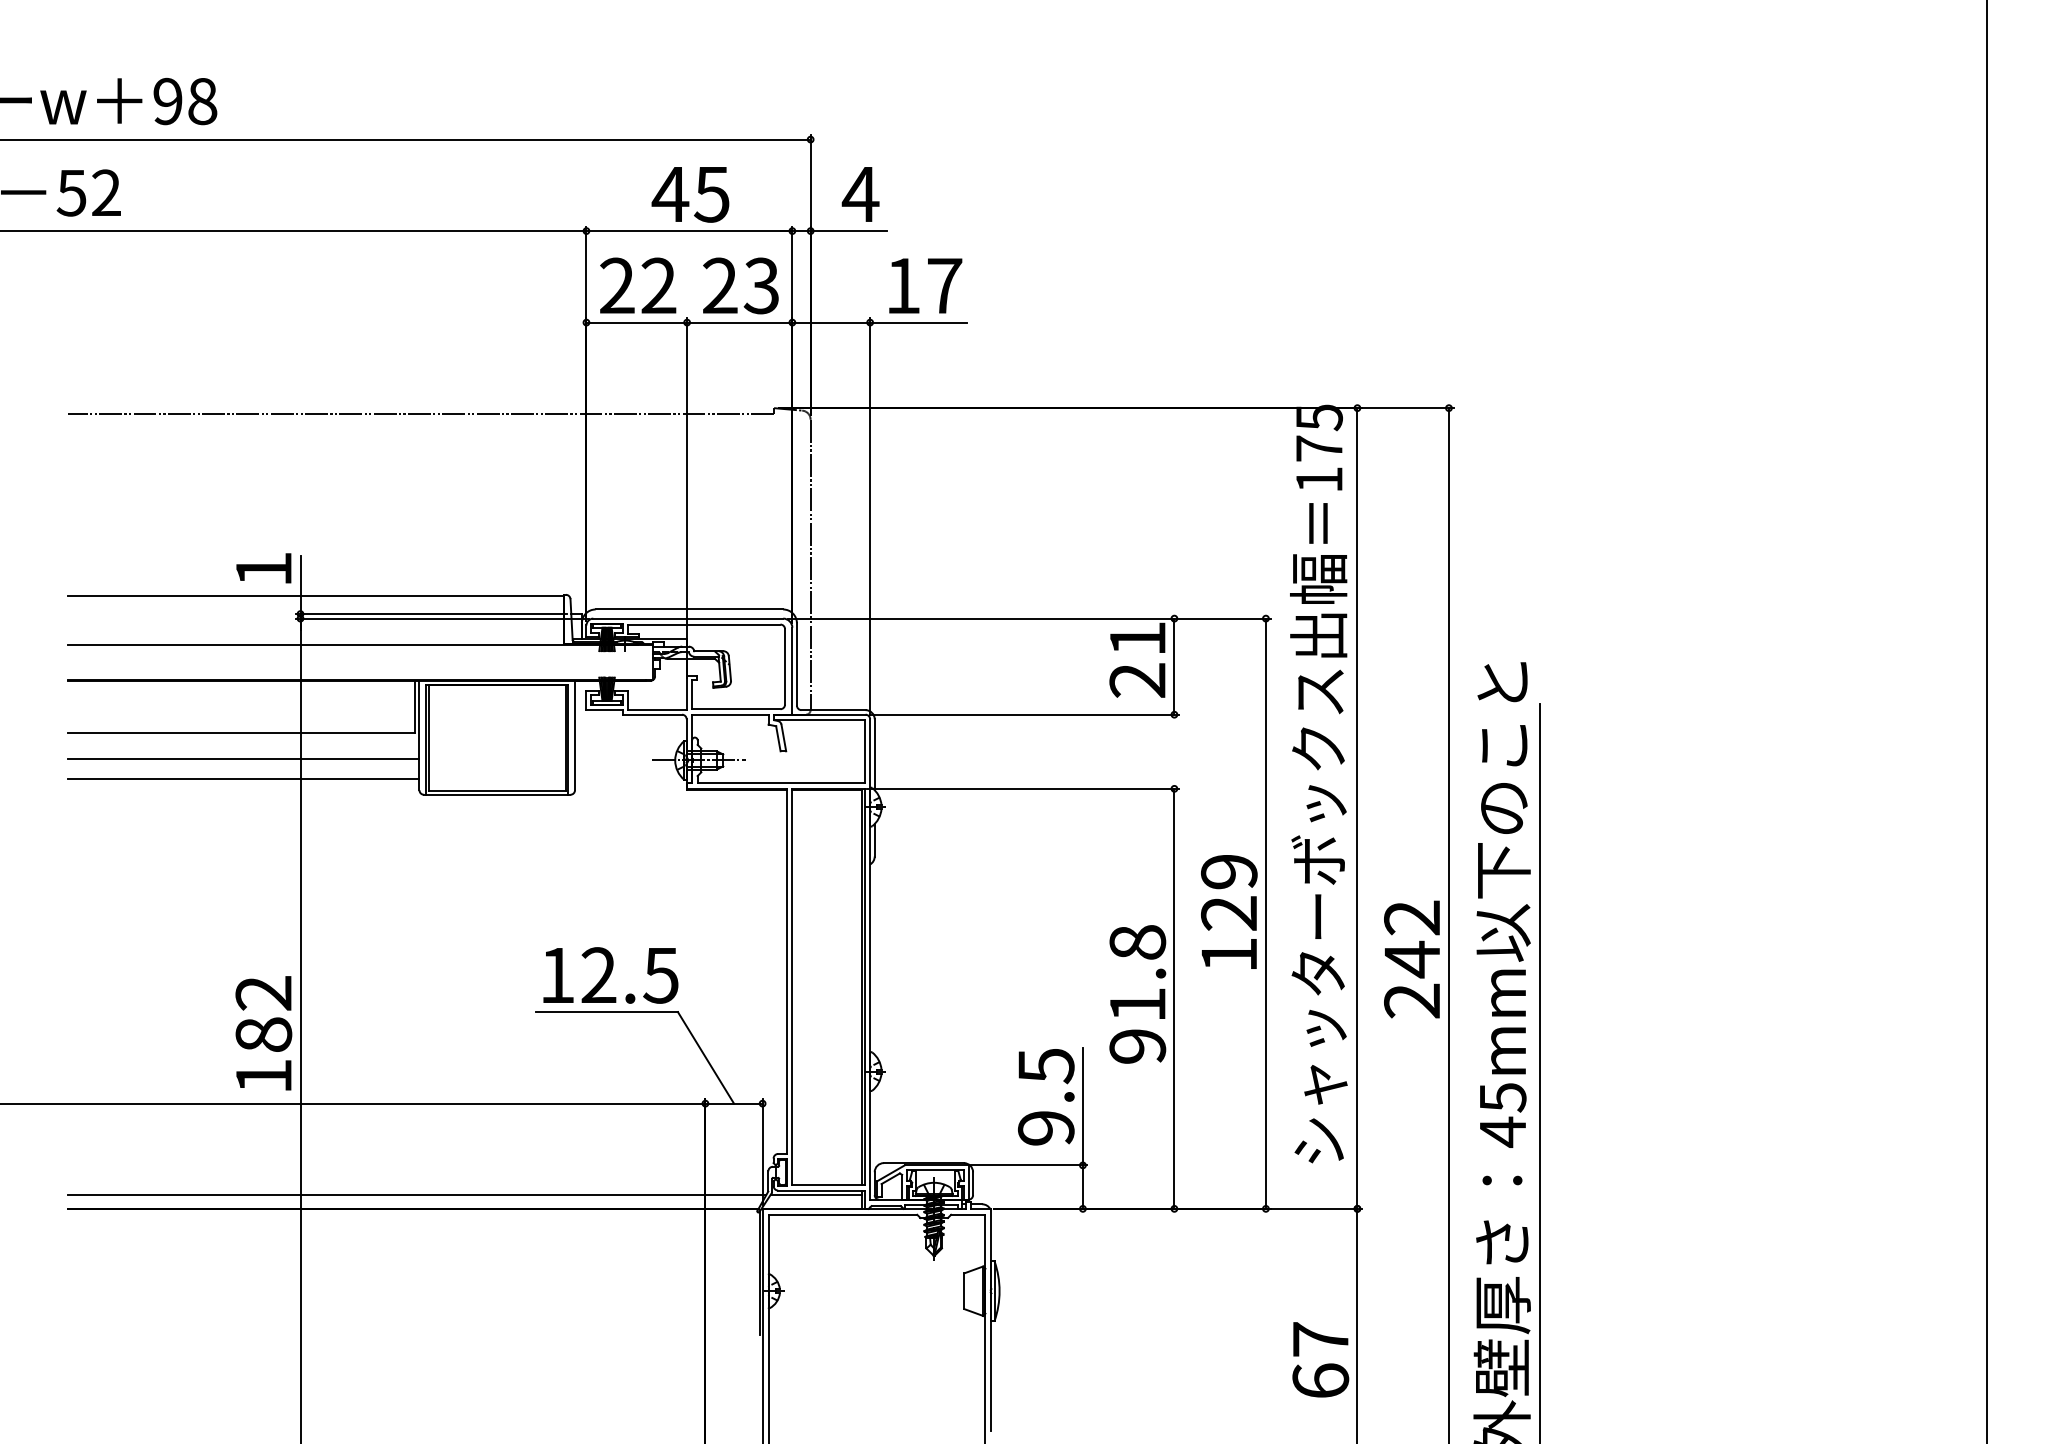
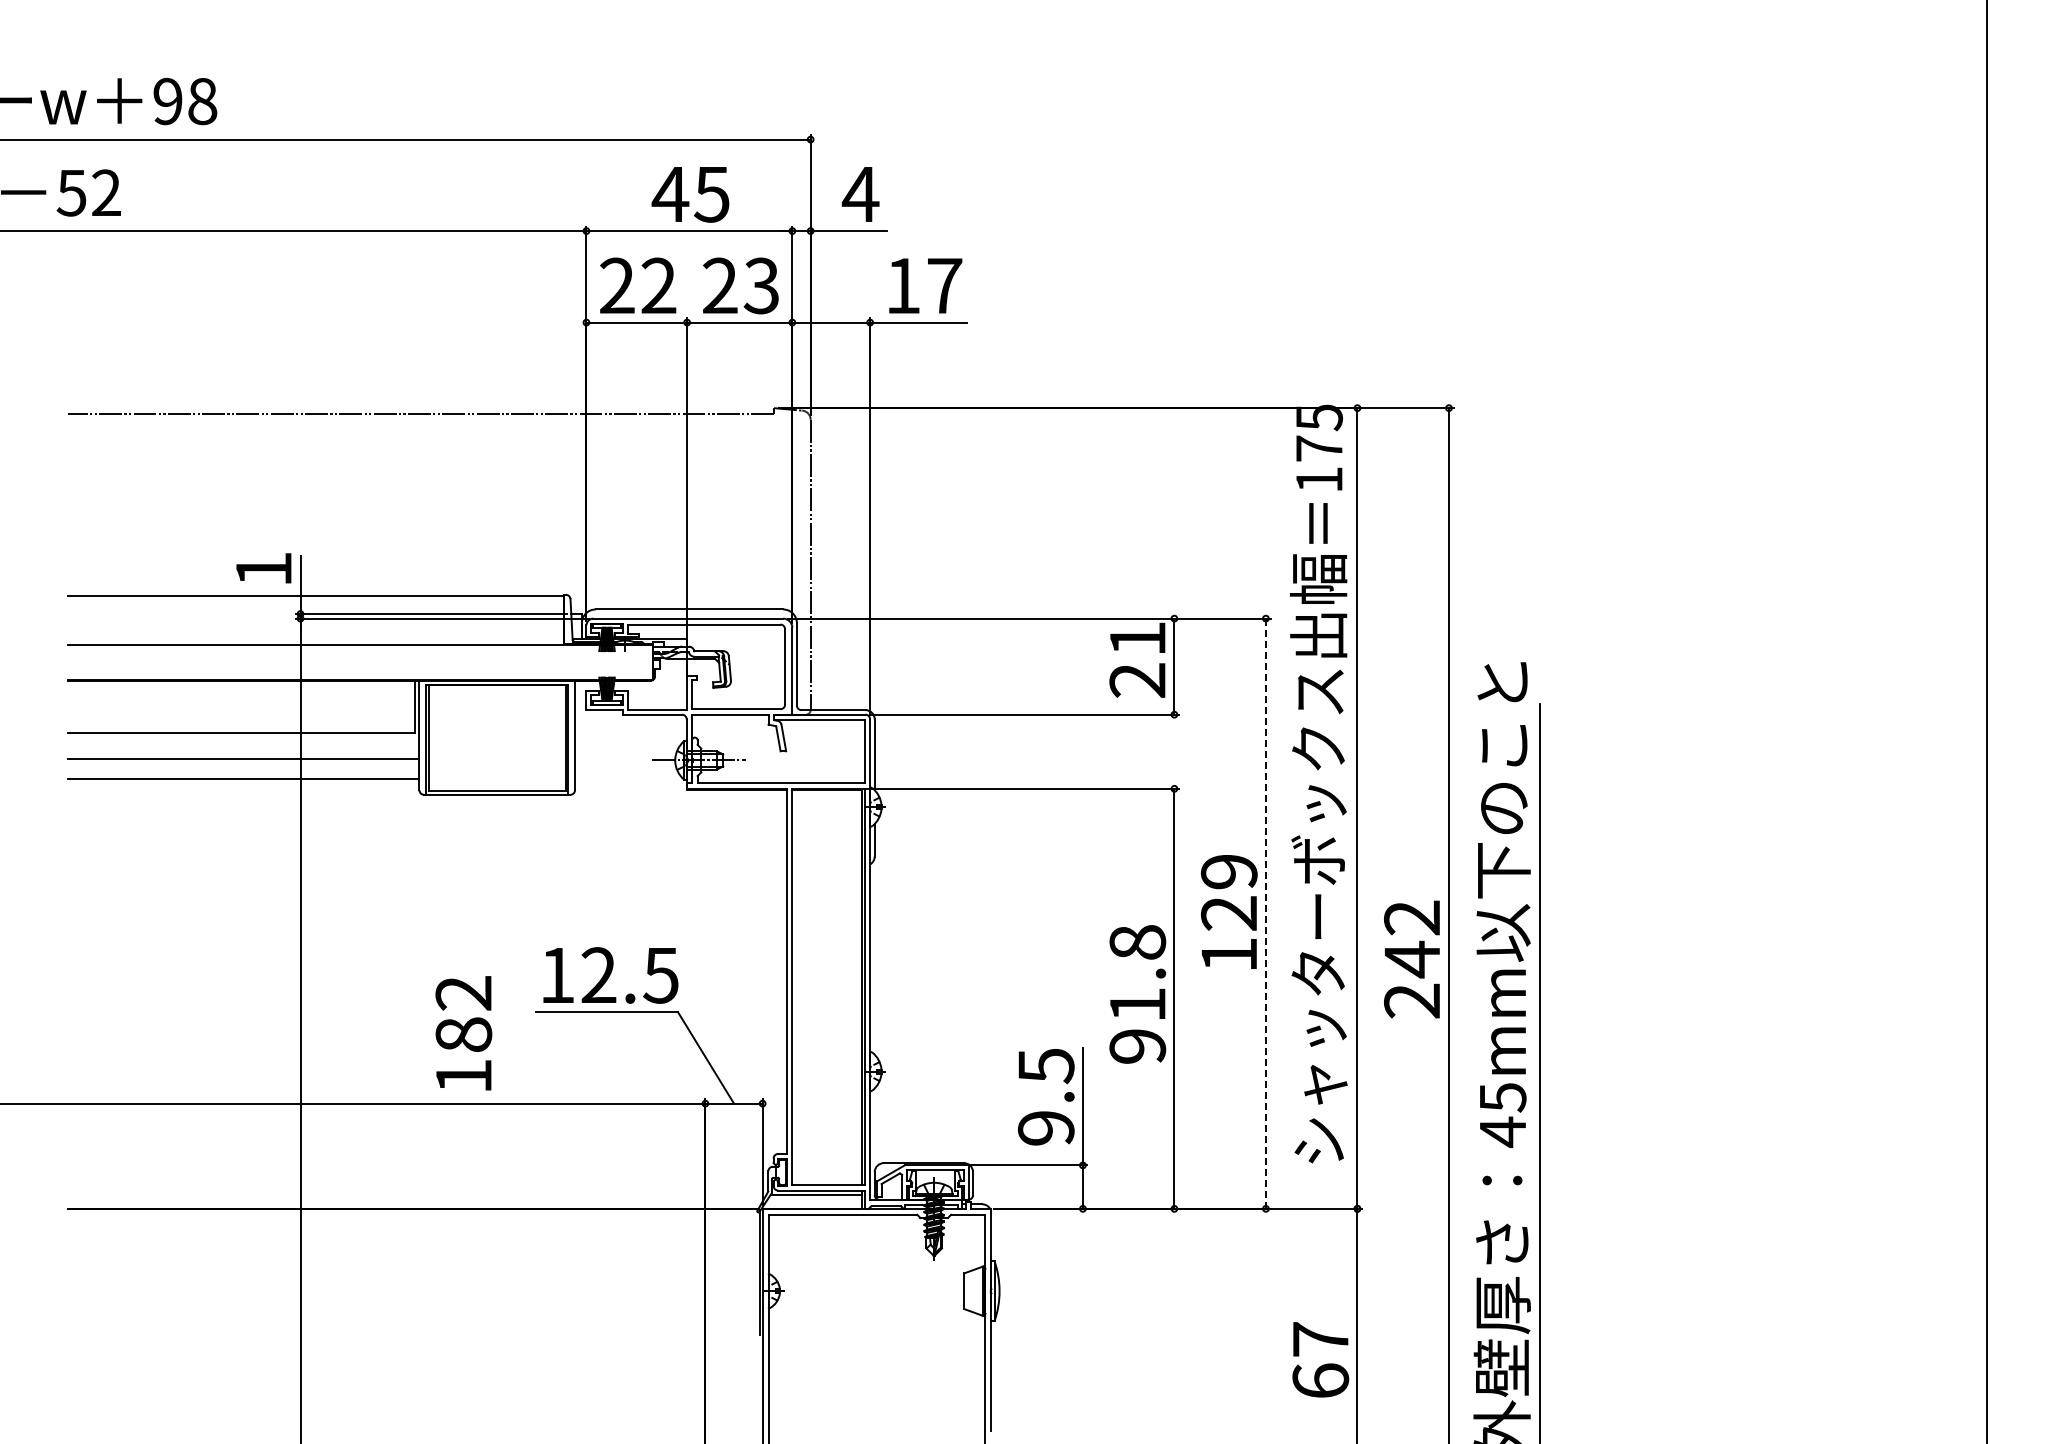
line at (1265, 914): solid -> dashed
text at (263, 1033) position: (263, 1033) -> (463, 1033)
line at (417, 1195): present -> none
